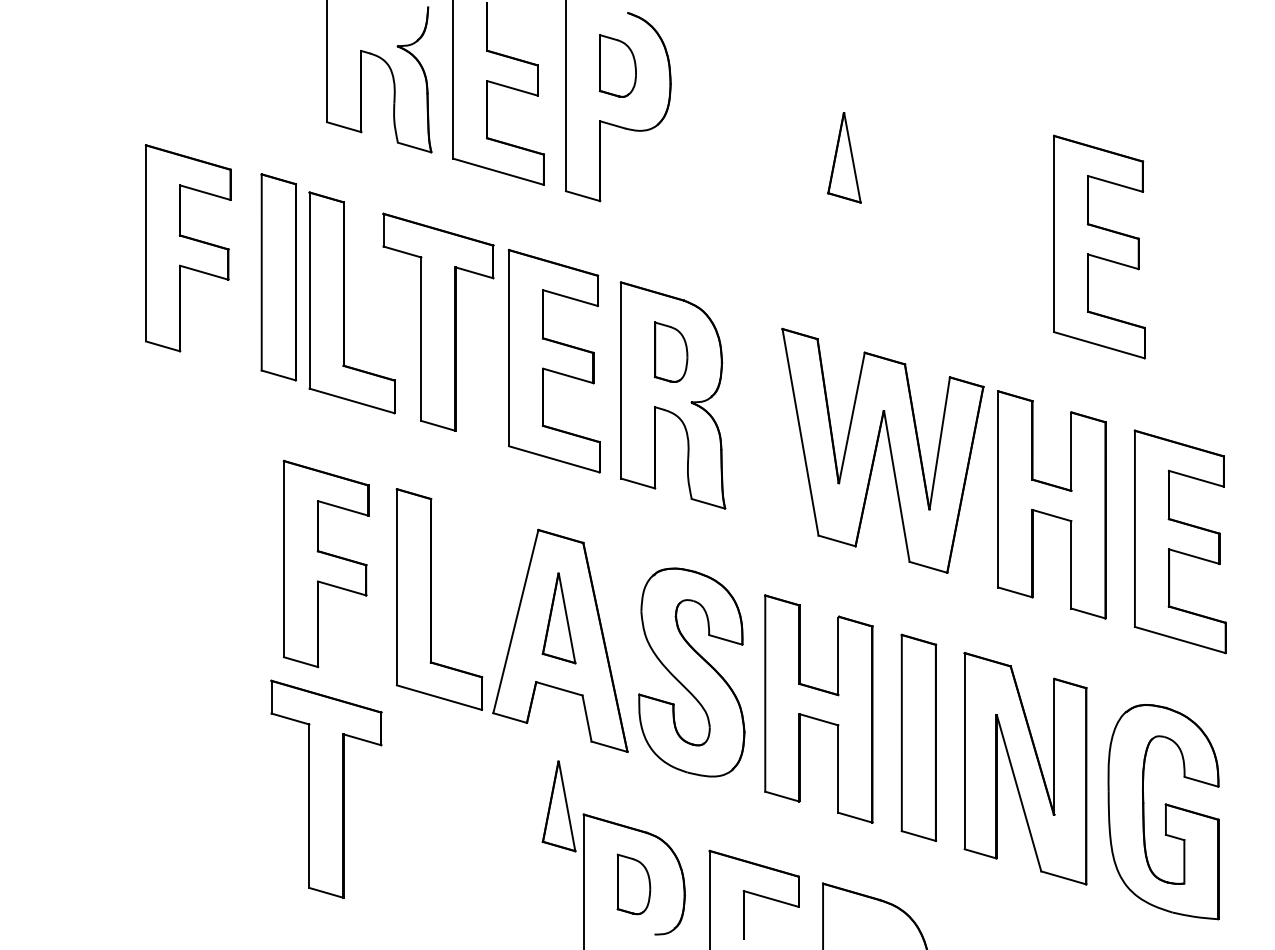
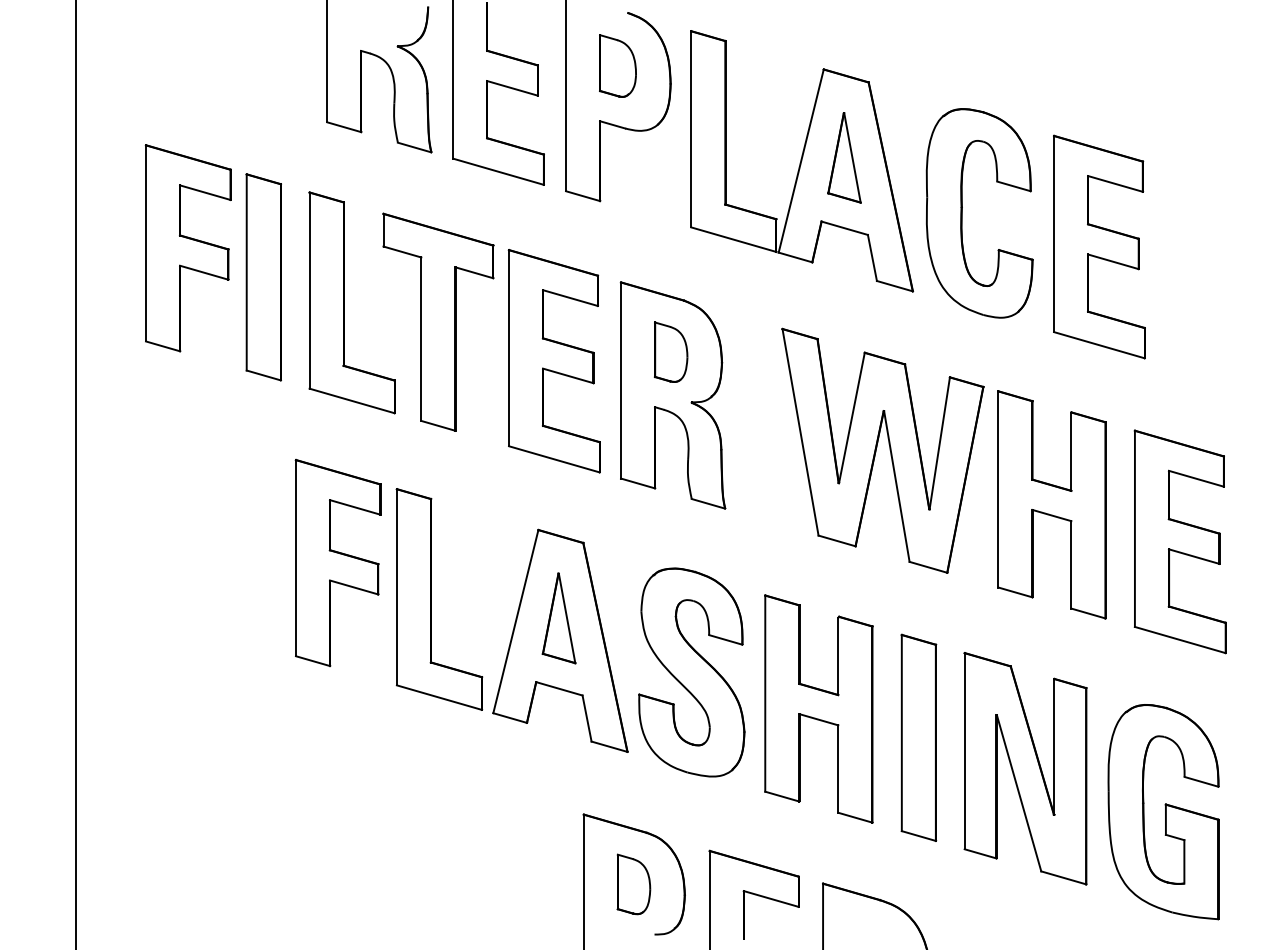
part at (802, 161): none -> present
part at (962, 213): none -> present
part at (278, 277) position: (278, 277) -> (263, 277)
line at (76, 474): none -> present
part at (325, 563) position: (325, 563) -> (337, 562)
part at (326, 788): present -> none
part at (558, 806): present -> none
